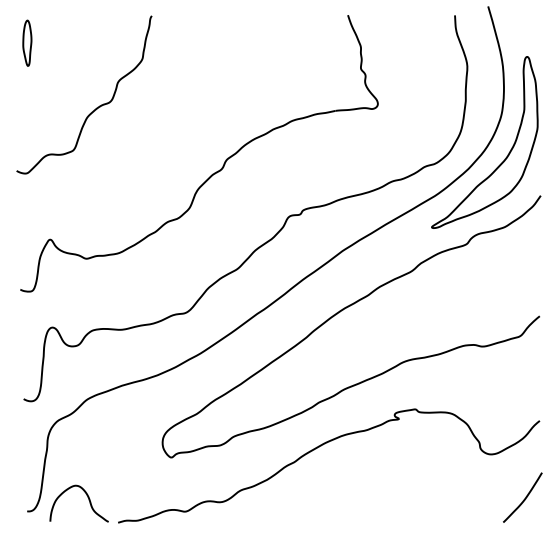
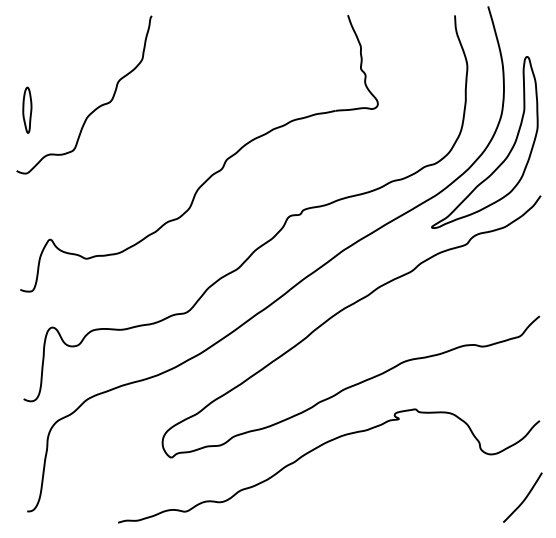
part at (27, 42) position: (27, 42) -> (27, 109)
curve at (88, 500): present -> none
